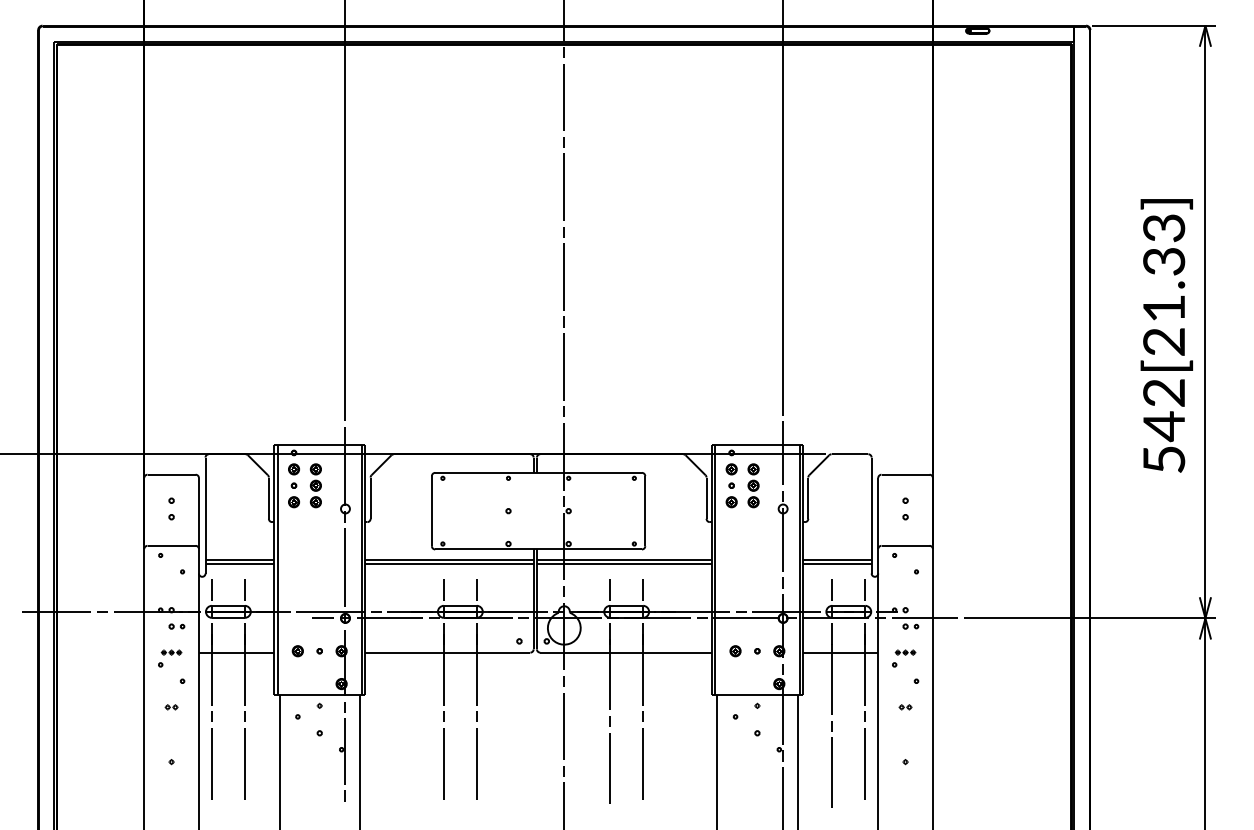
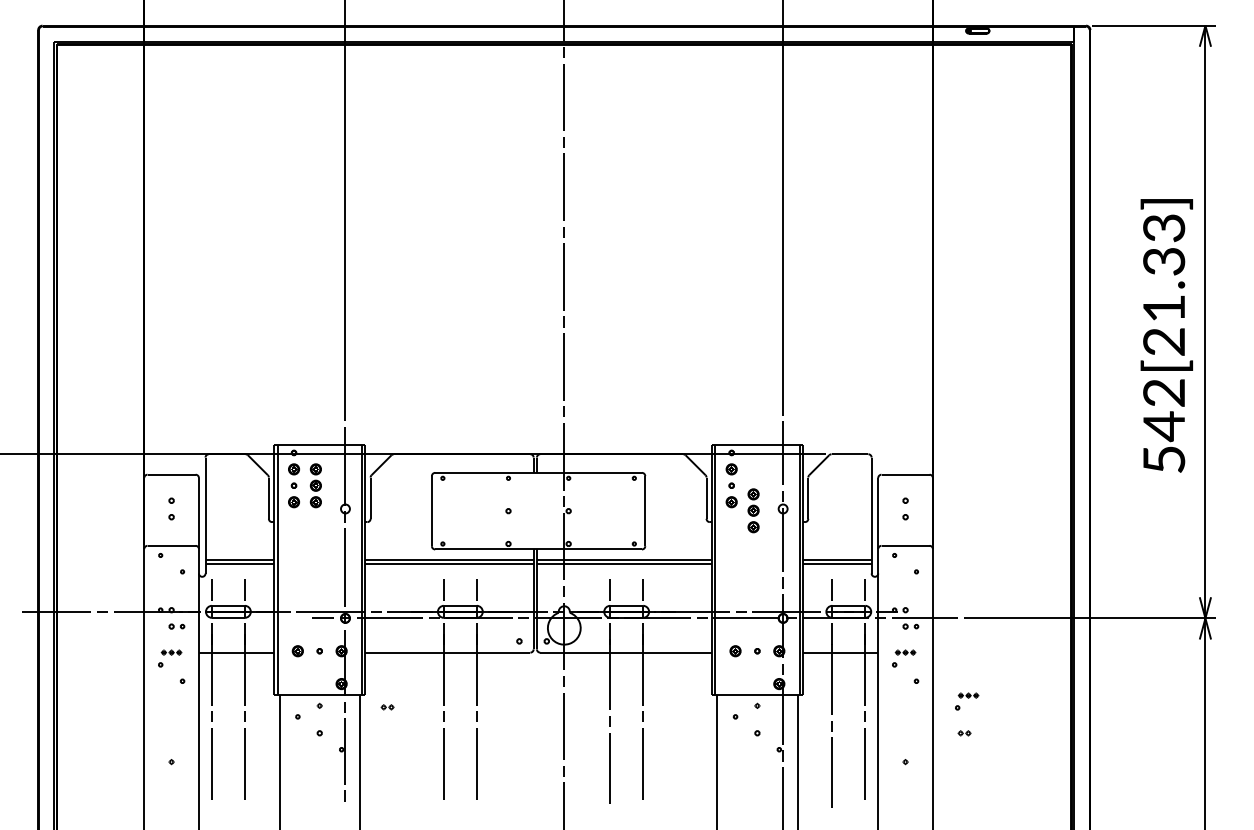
part at (753, 485) position: (753, 485) -> (753, 510)
part at (967, 701): none -> present
part at (171, 707) position: (171, 707) -> (387, 707)
part at (905, 707) position: (905, 707) -> (964, 733)
